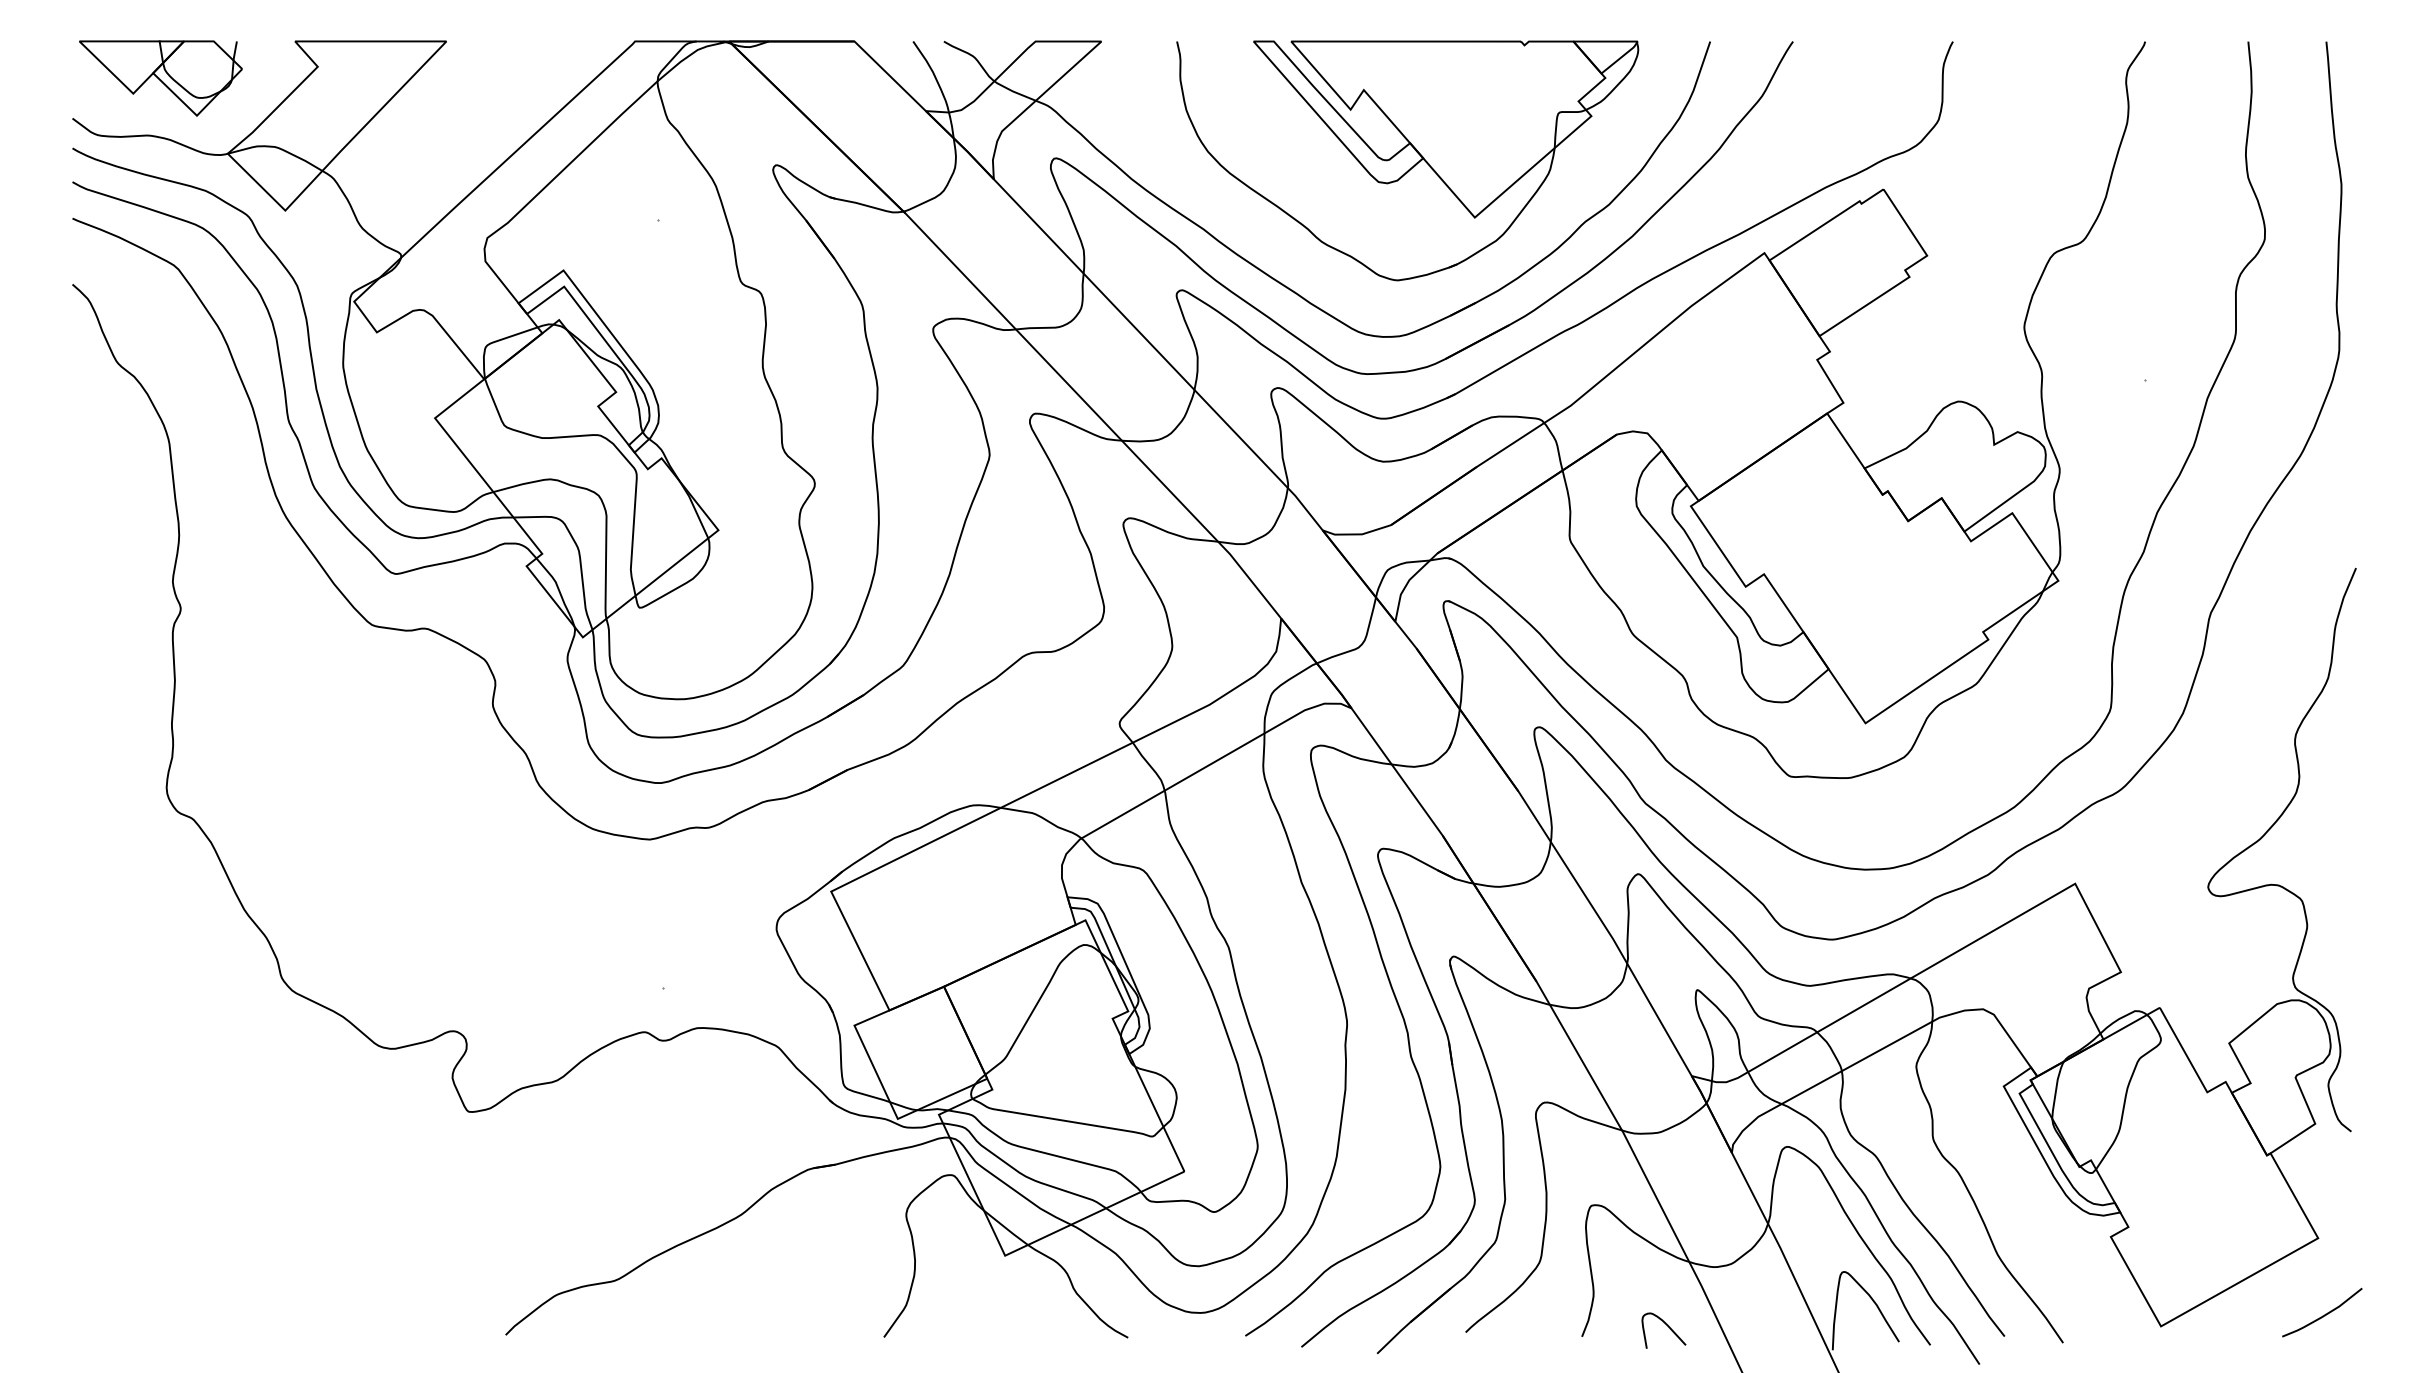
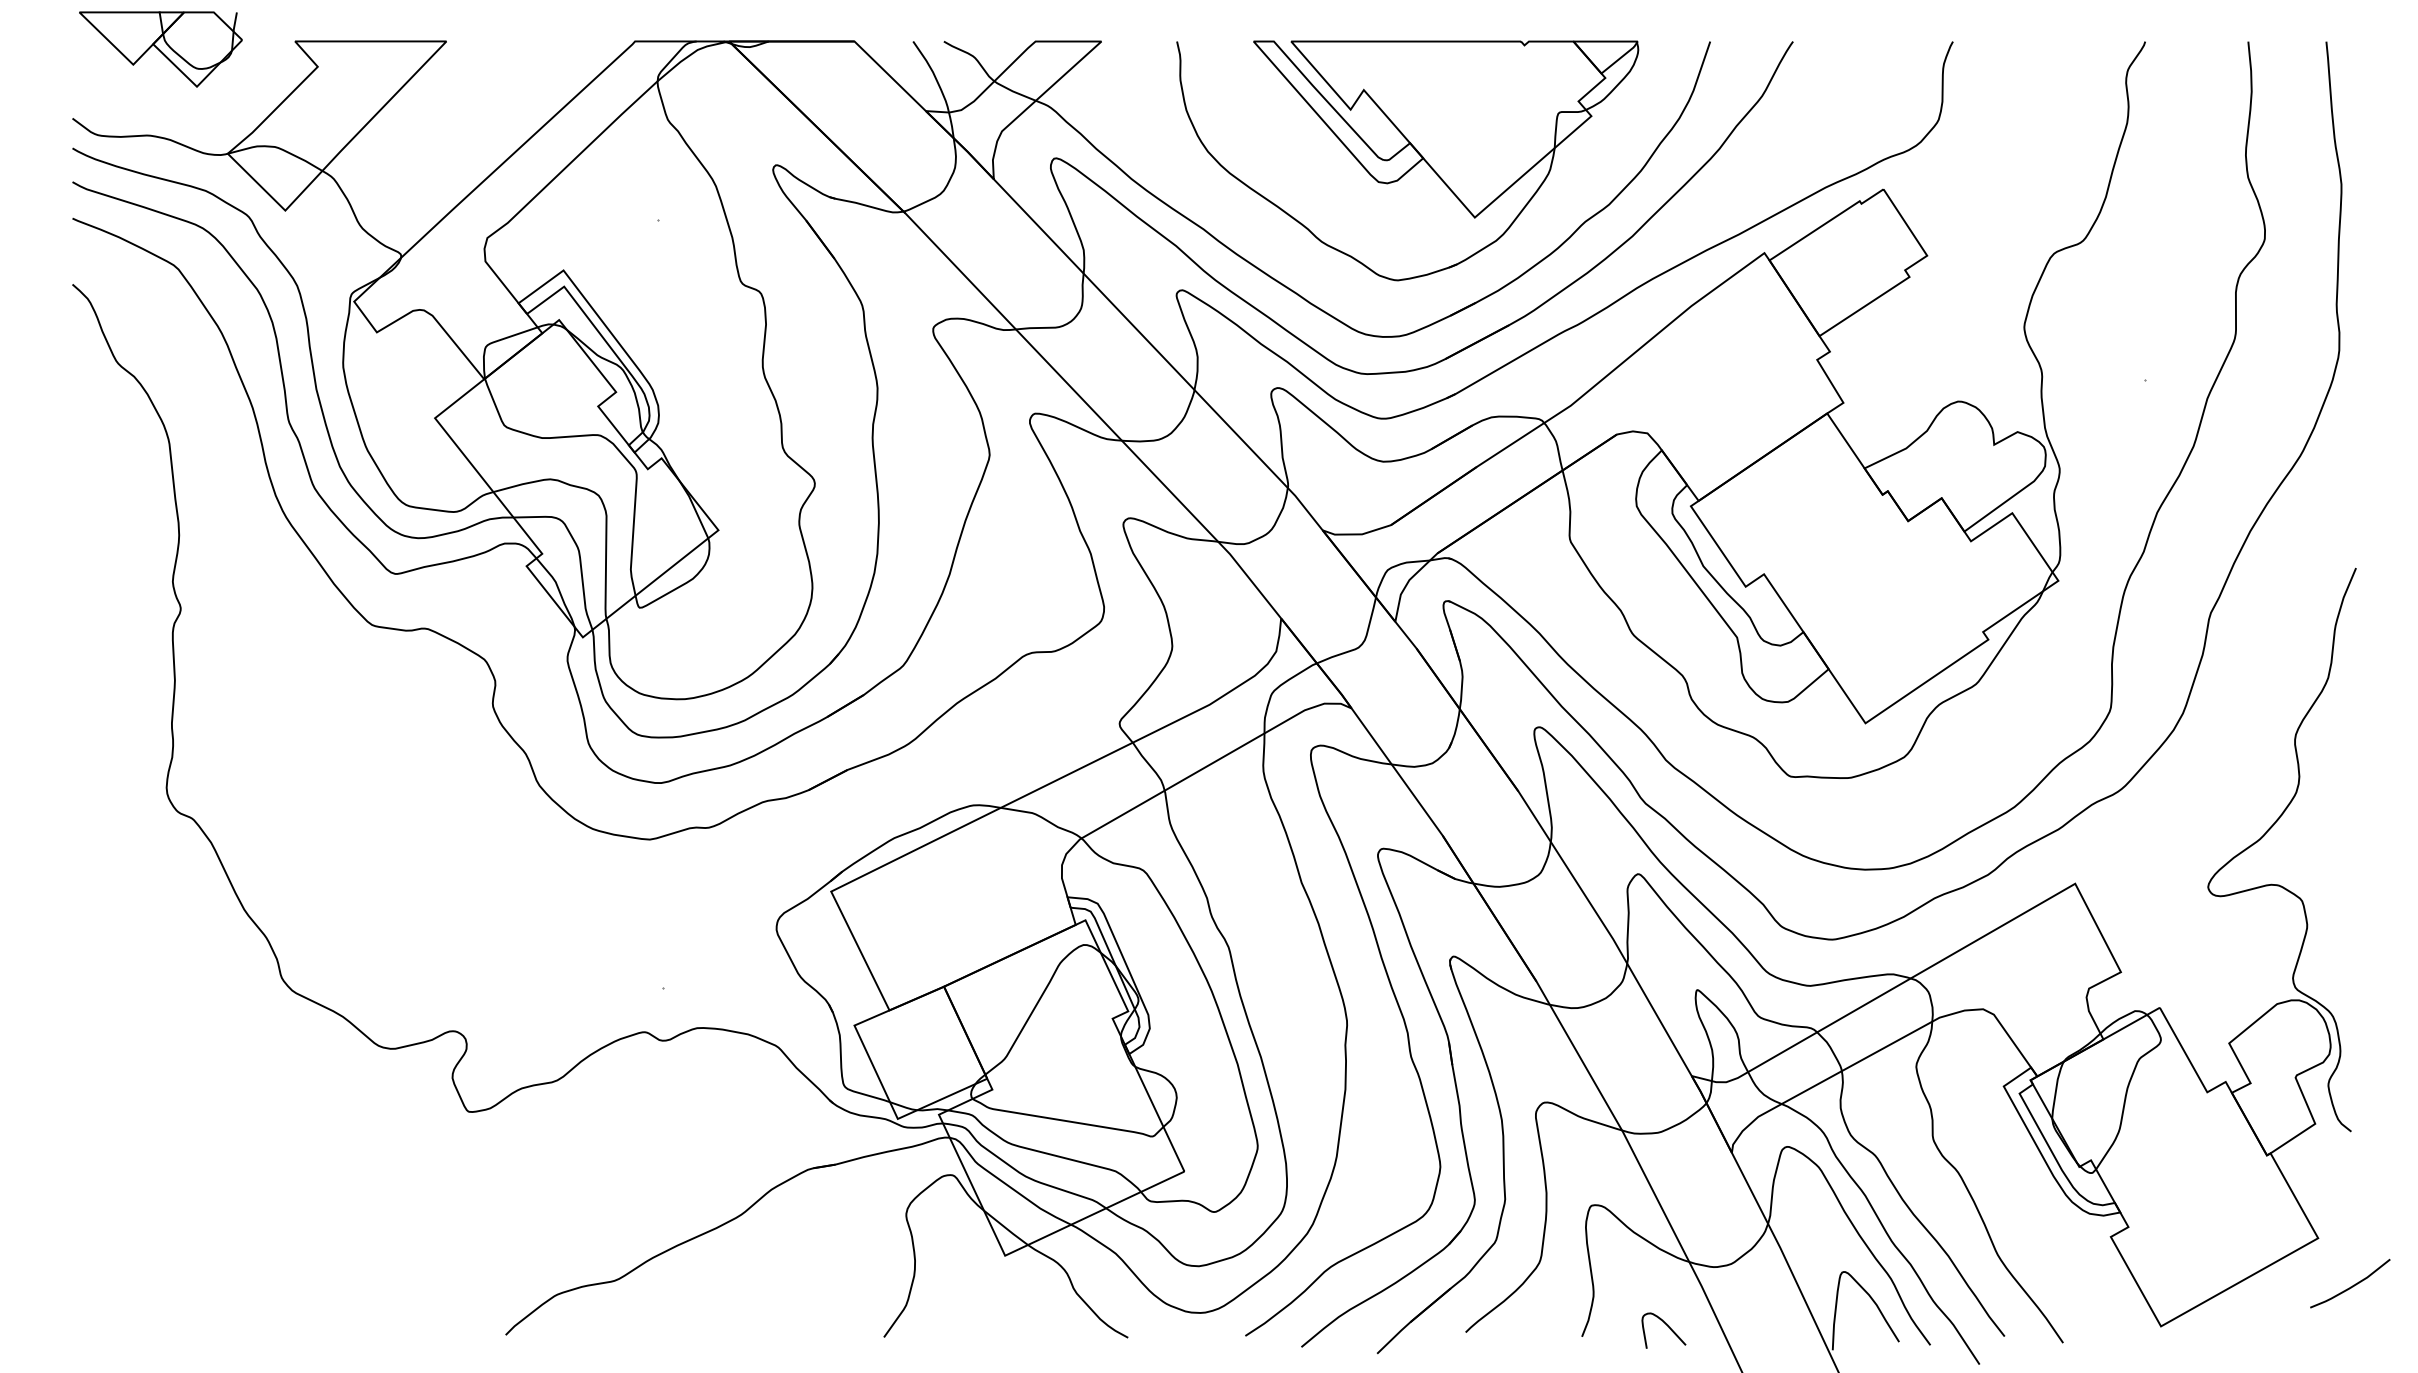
part at (160, 78) position: (160, 78) -> (160, 49)
curve at (2324, 1314) position: (2324, 1314) -> (2352, 1285)
